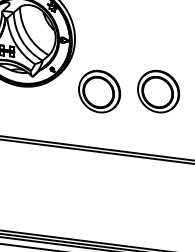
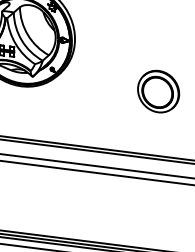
part at (99, 91): present -> none
line at (96, 166): none -> present
line at (96, 172): none -> present
